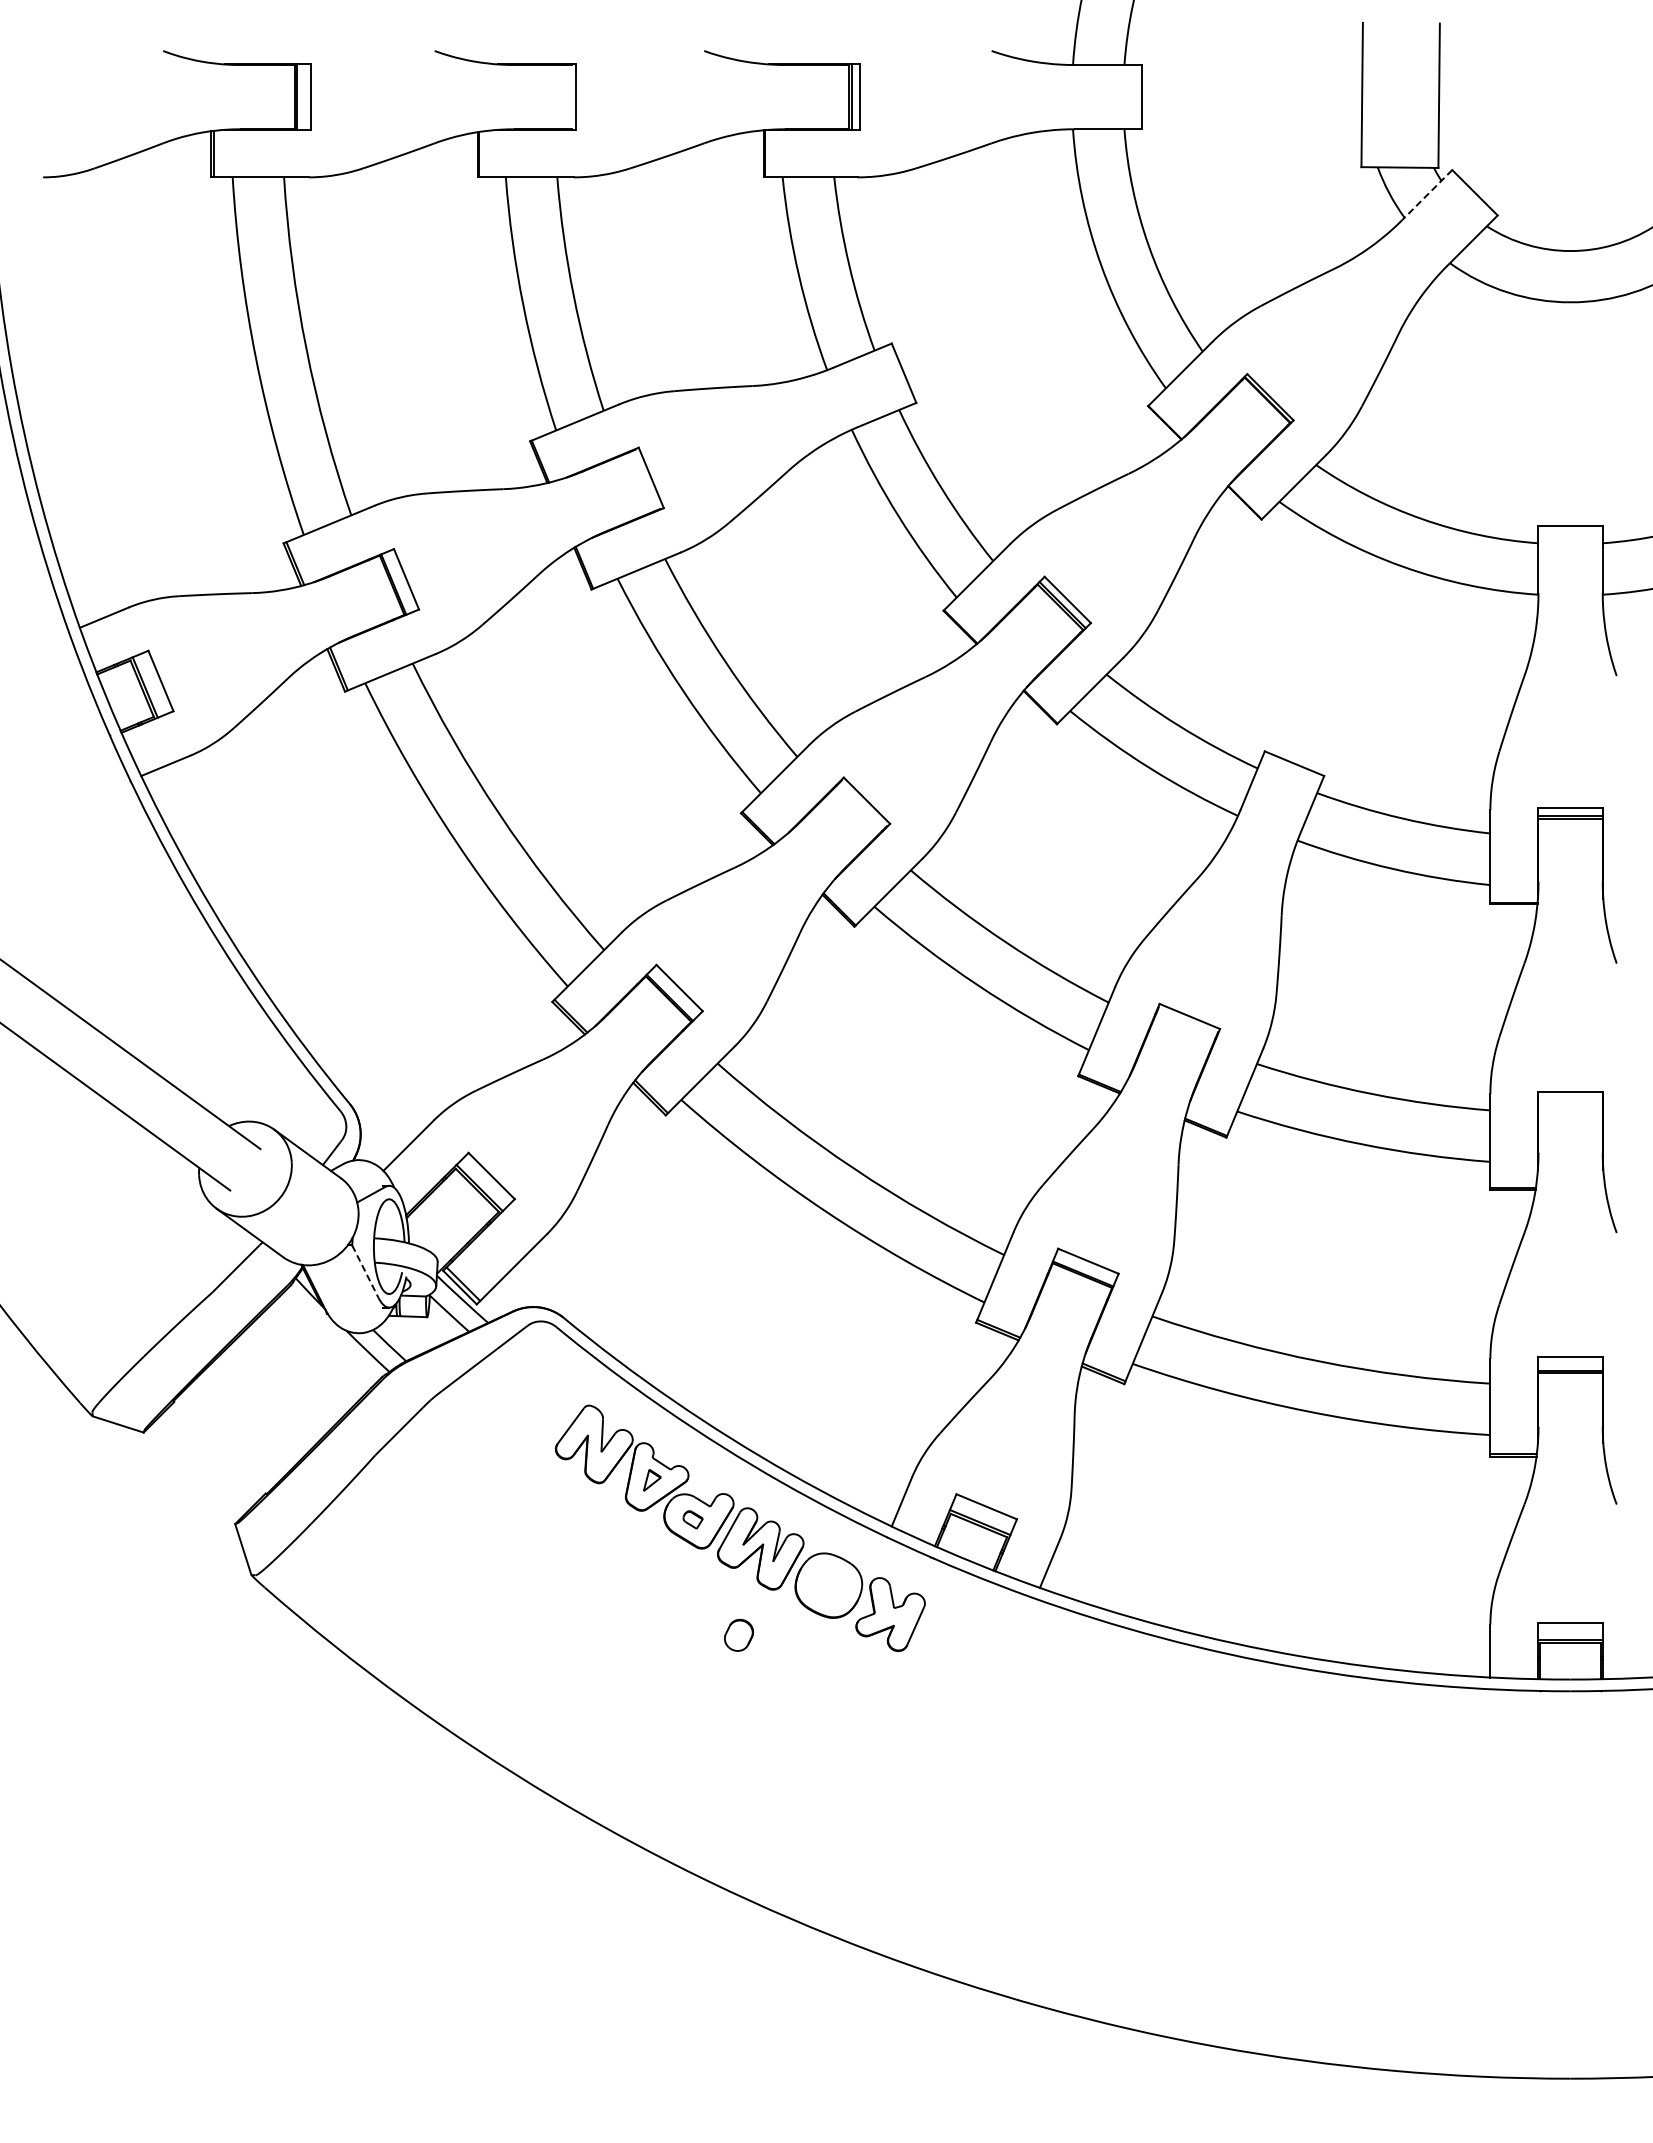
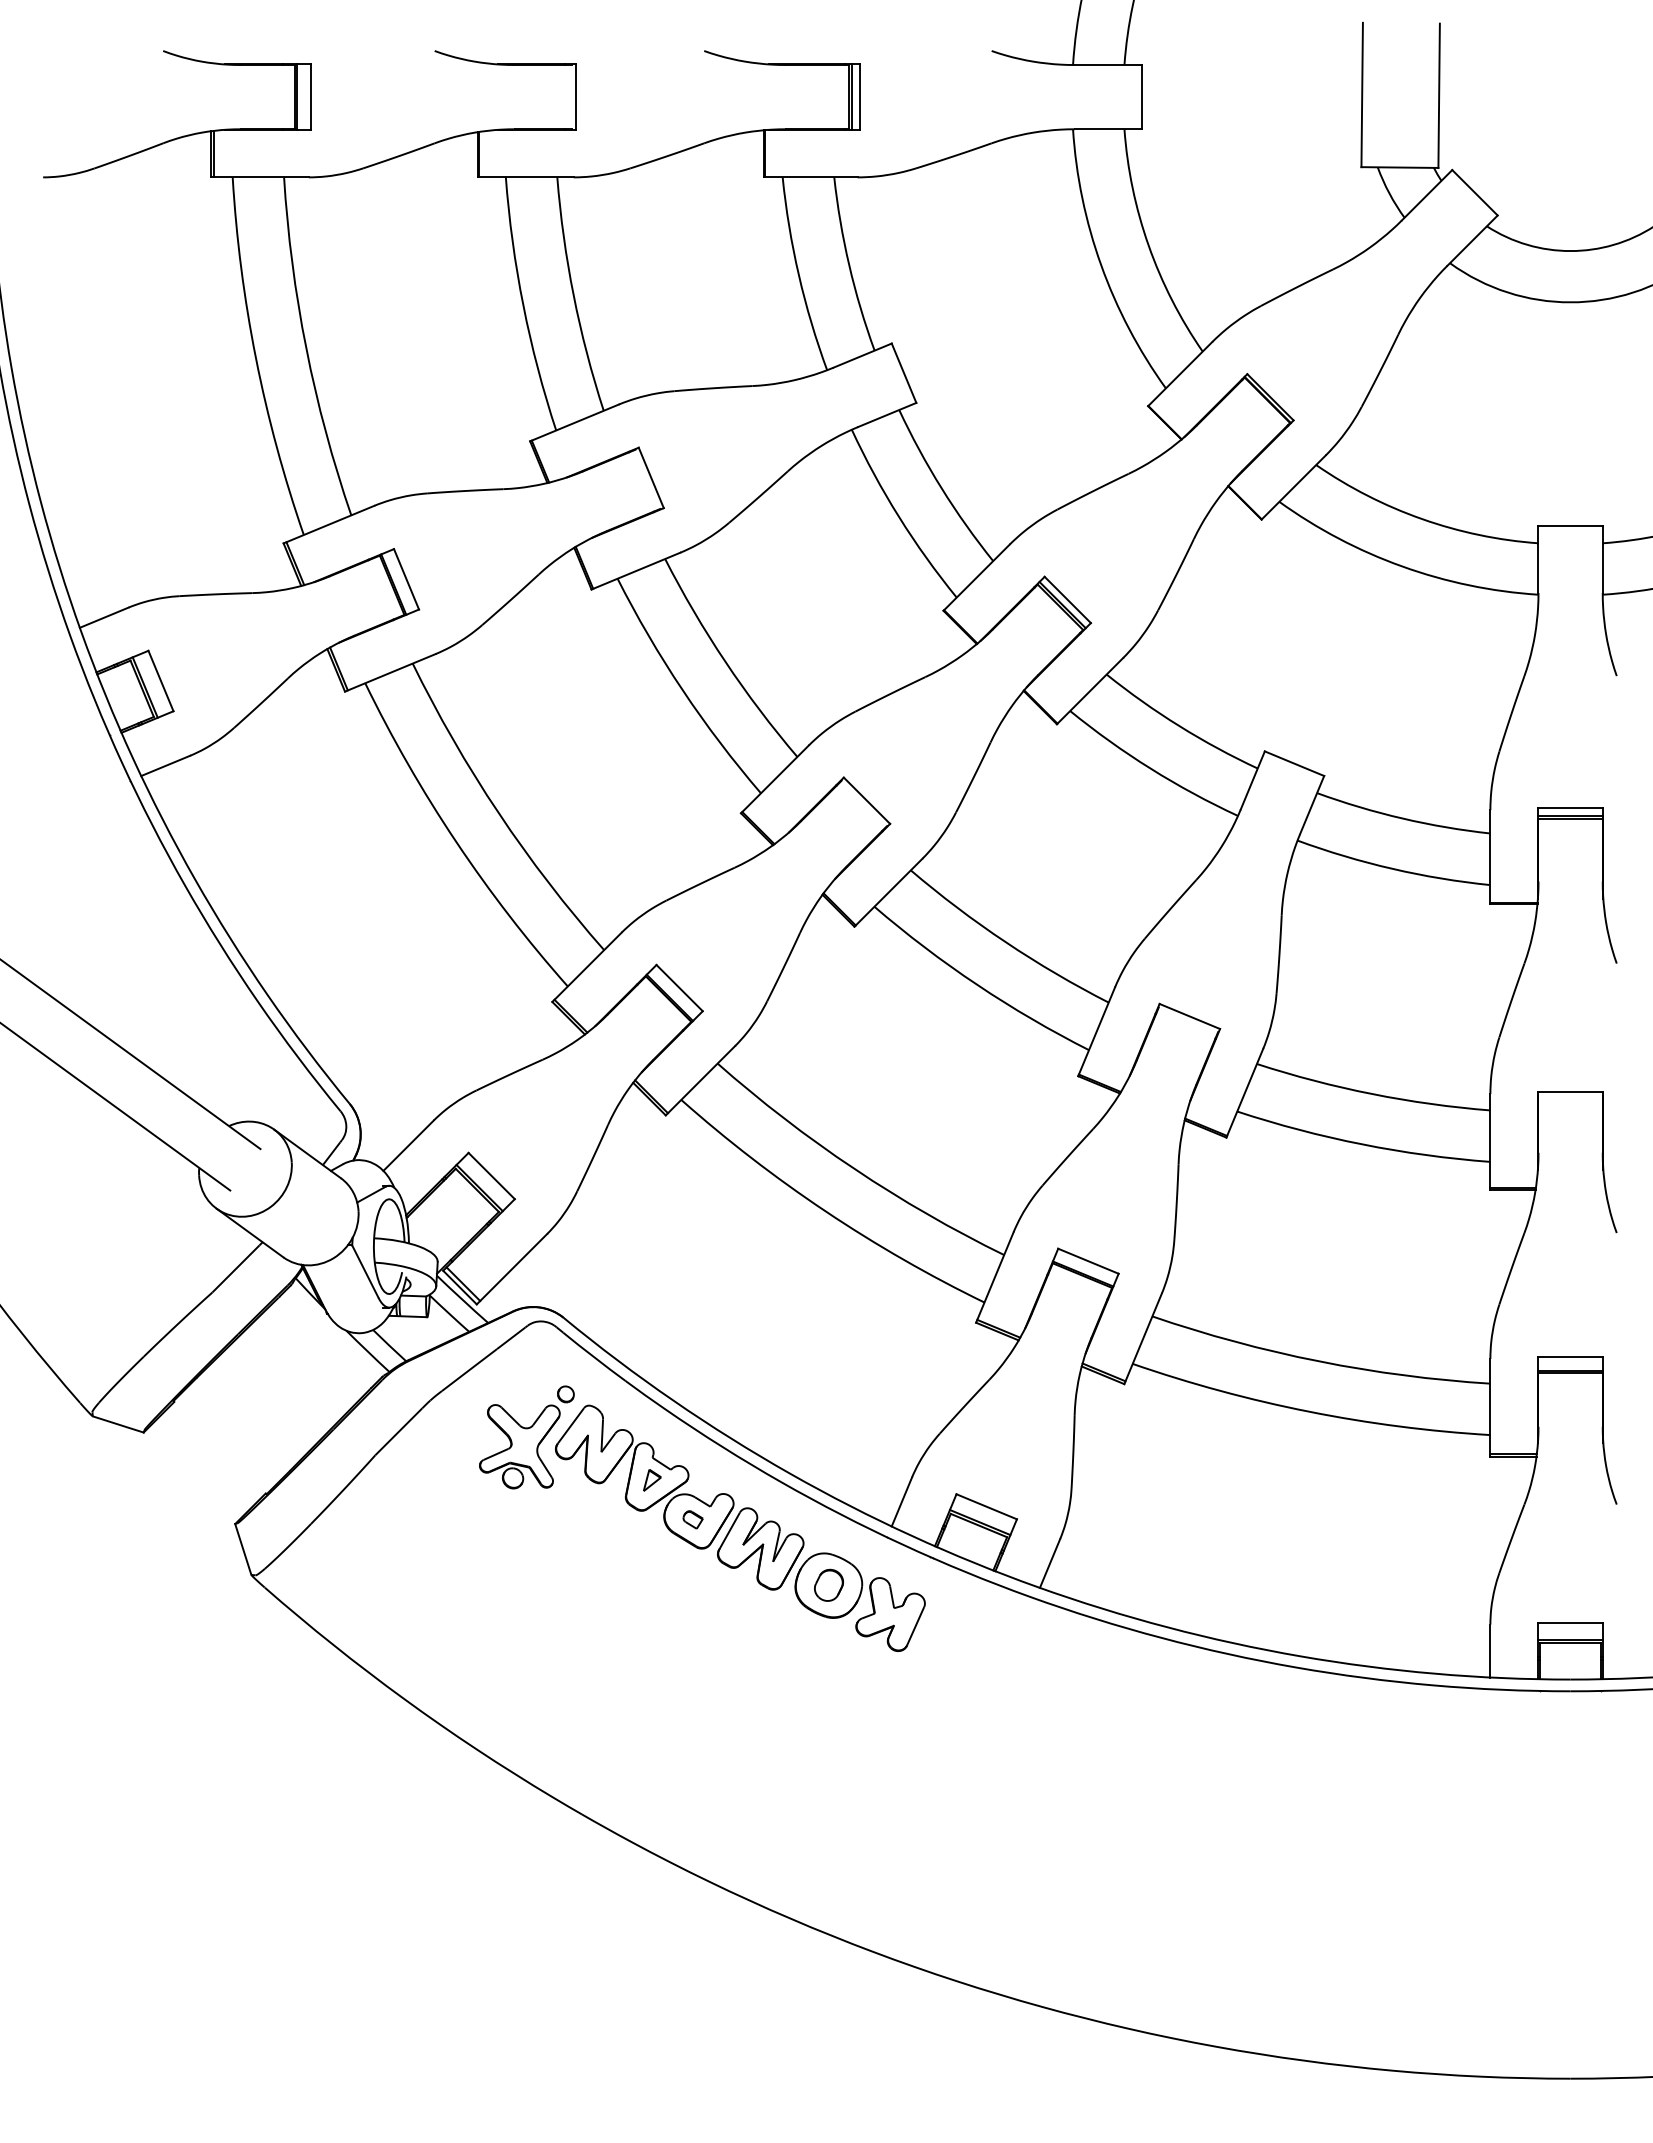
line at (1427, 195): dashed -> solid
line at (365, 1272): dashed -> solid
part at (526, 1437): none -> present
part at (738, 1634) position: (738, 1634) -> (828, 1584)
